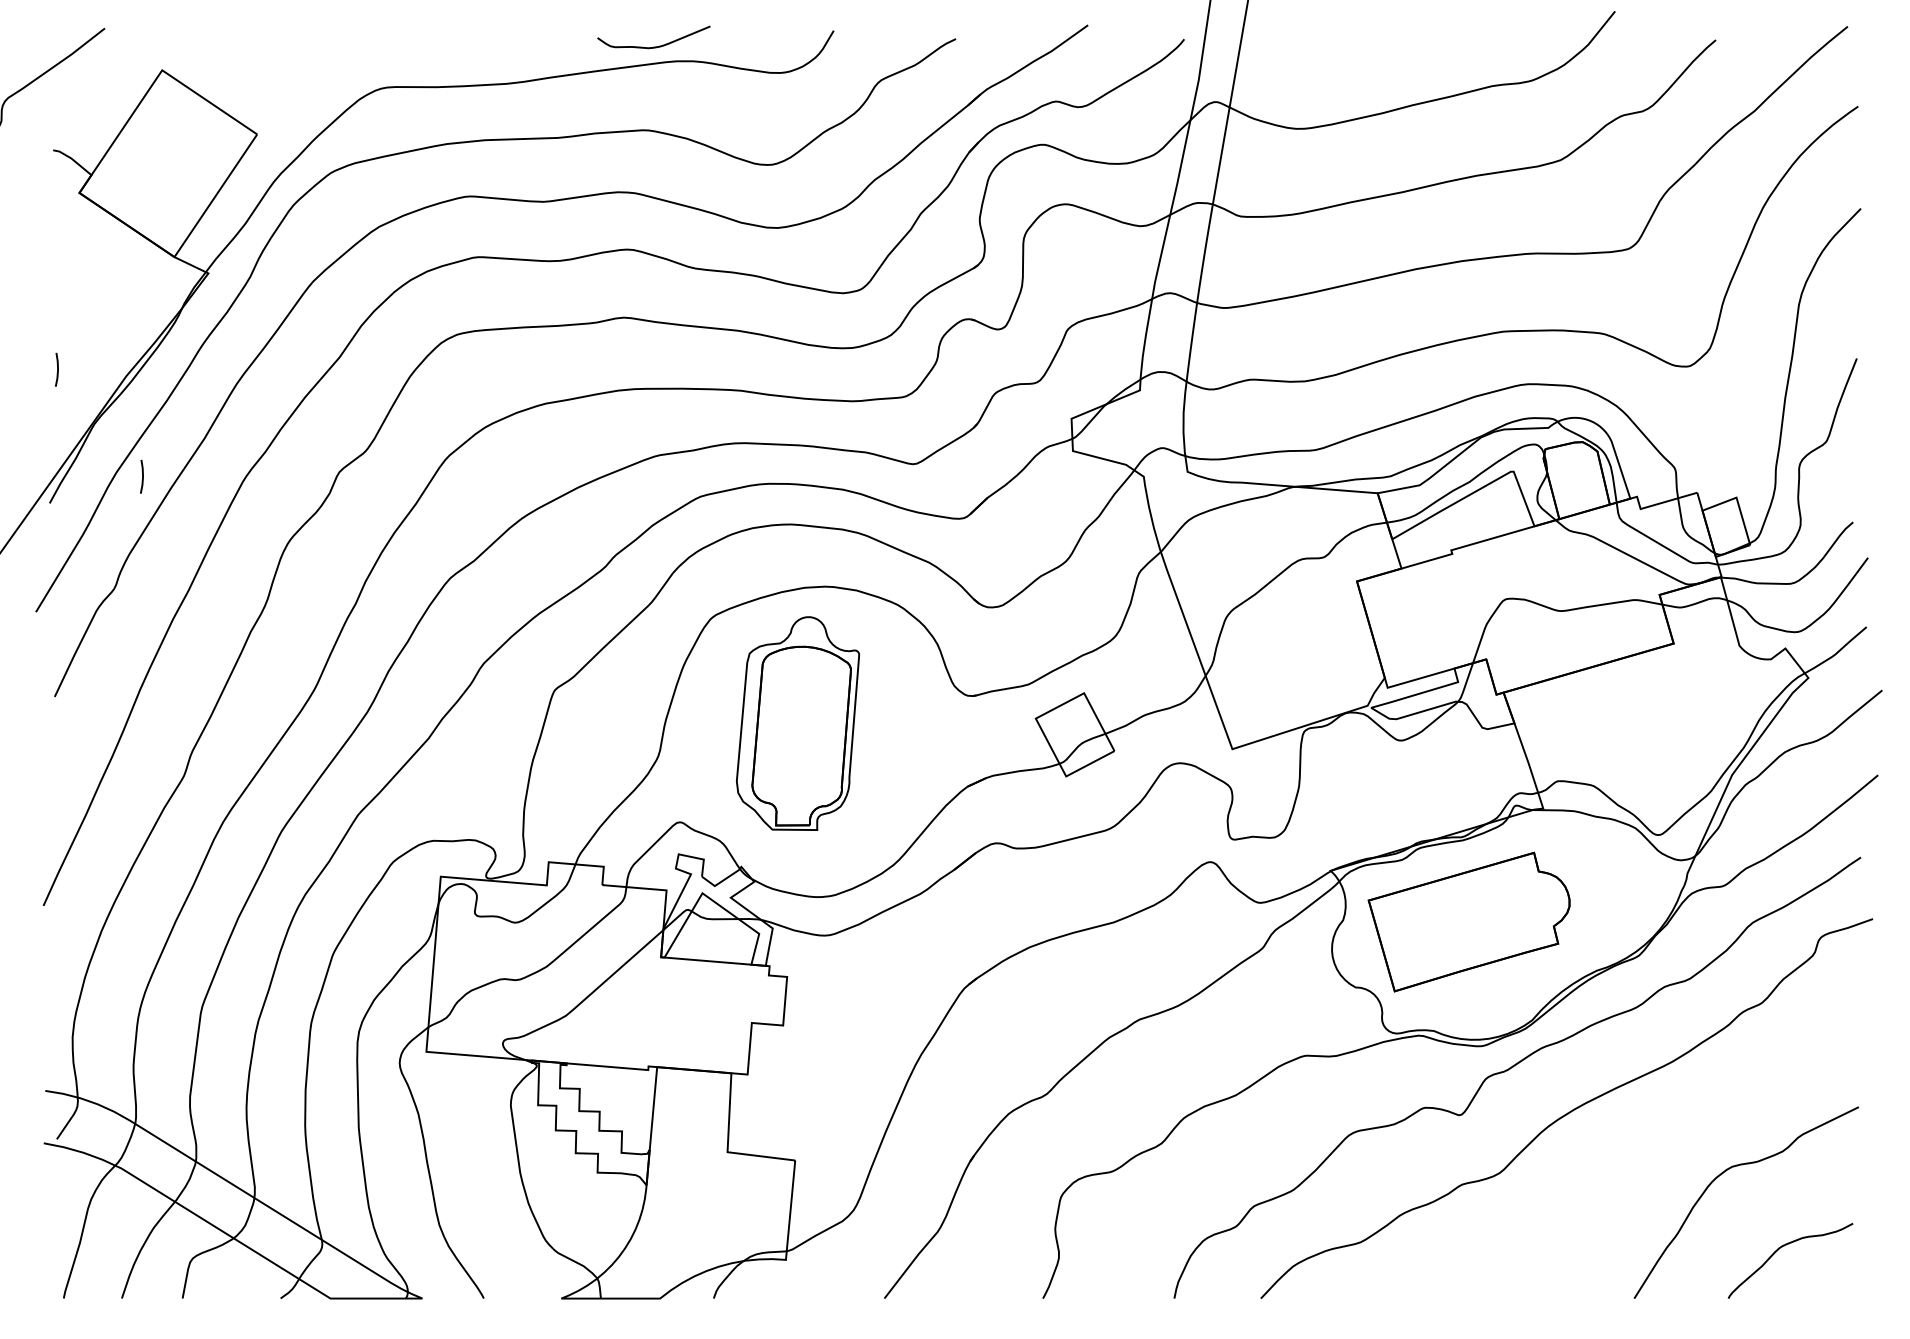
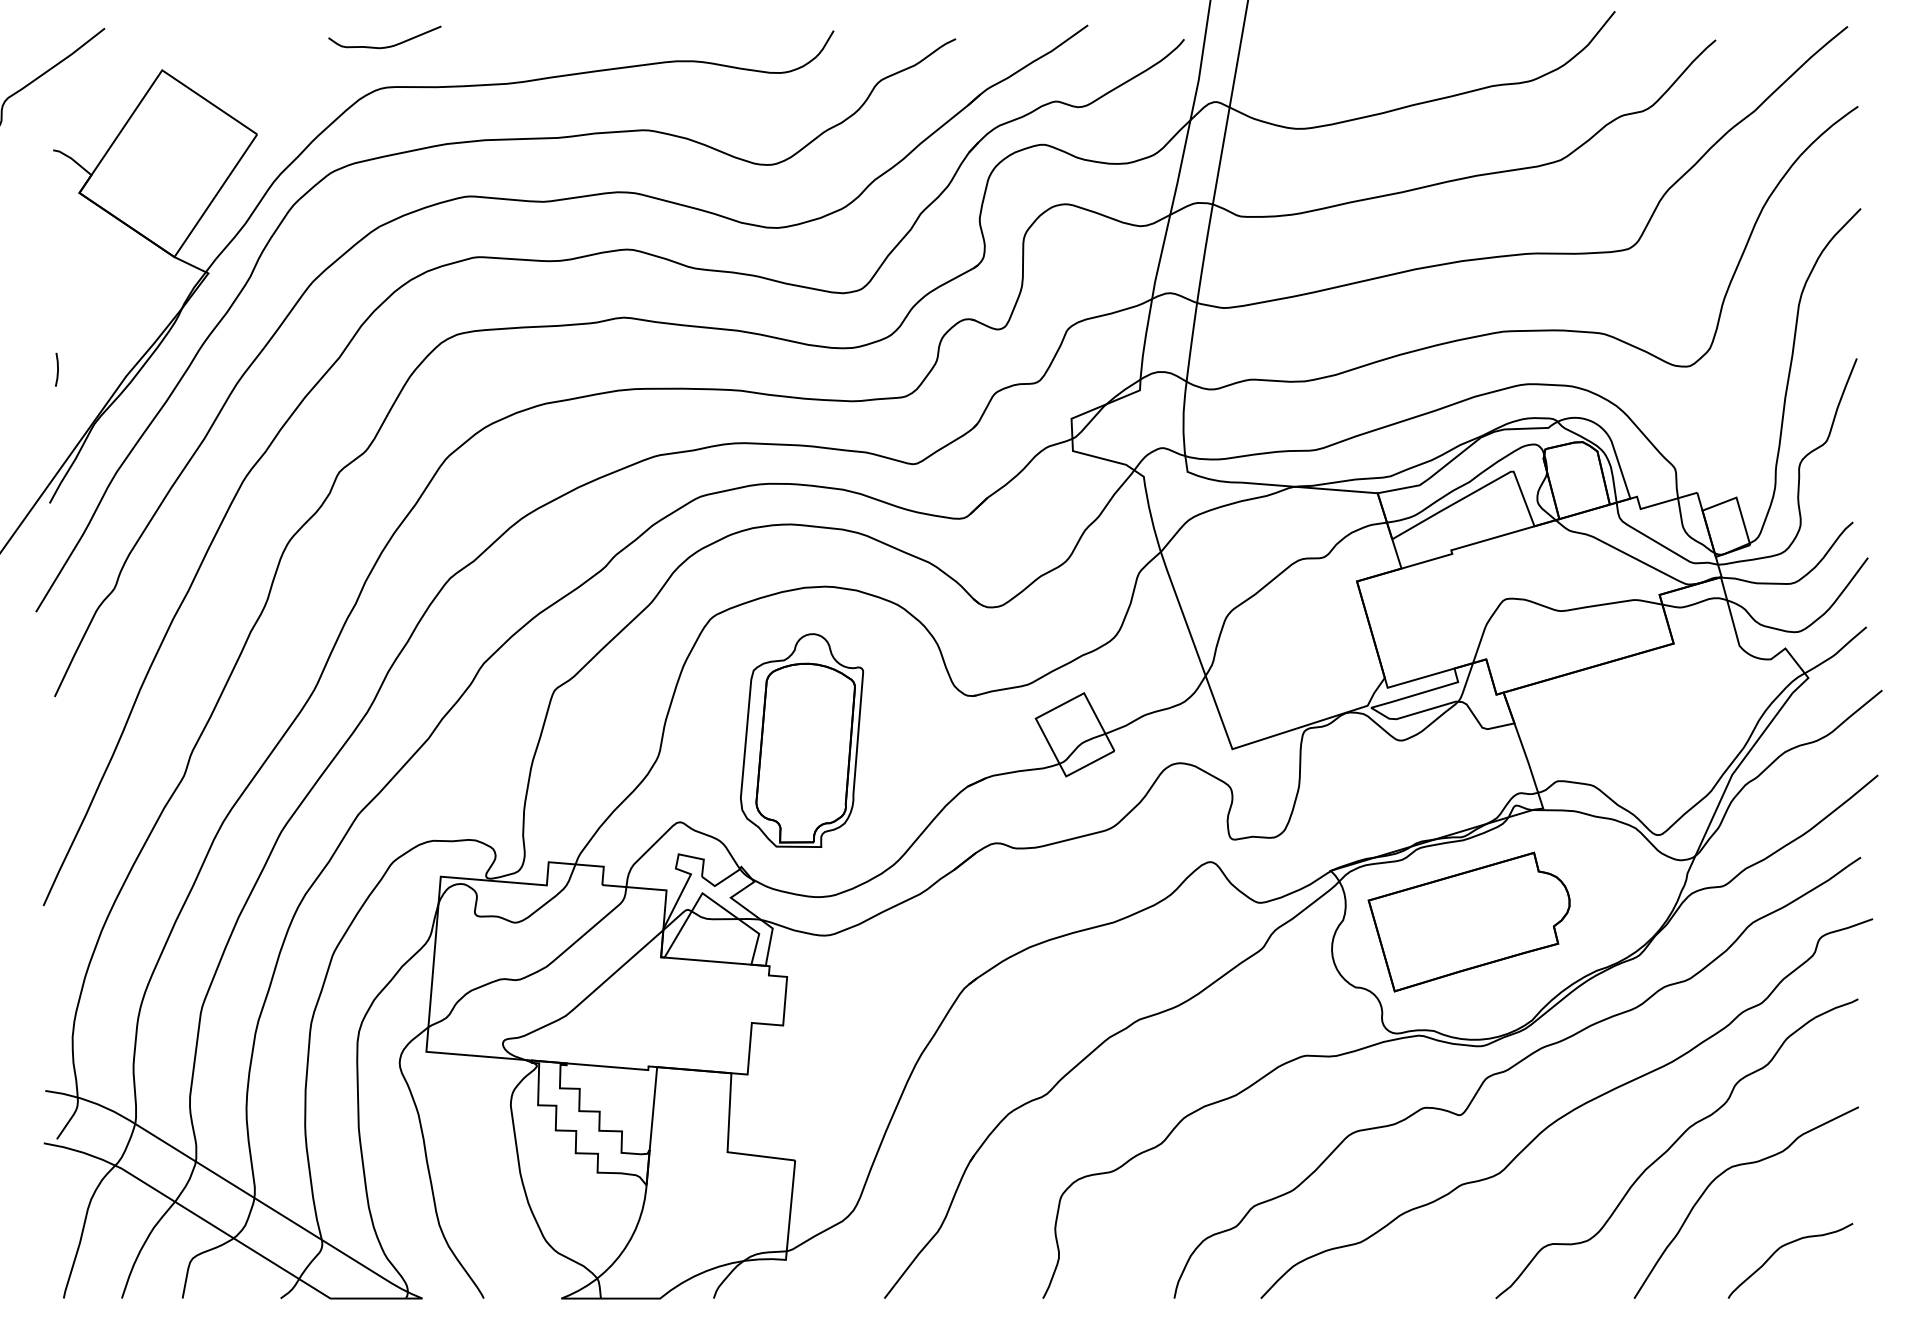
curve at (653, 46) position: (653, 46) -> (384, 46)
line at (142, 476): present -> none
part at (797, 723) position: (797, 723) -> (801, 740)
curve at (1673, 1145): none -> present
